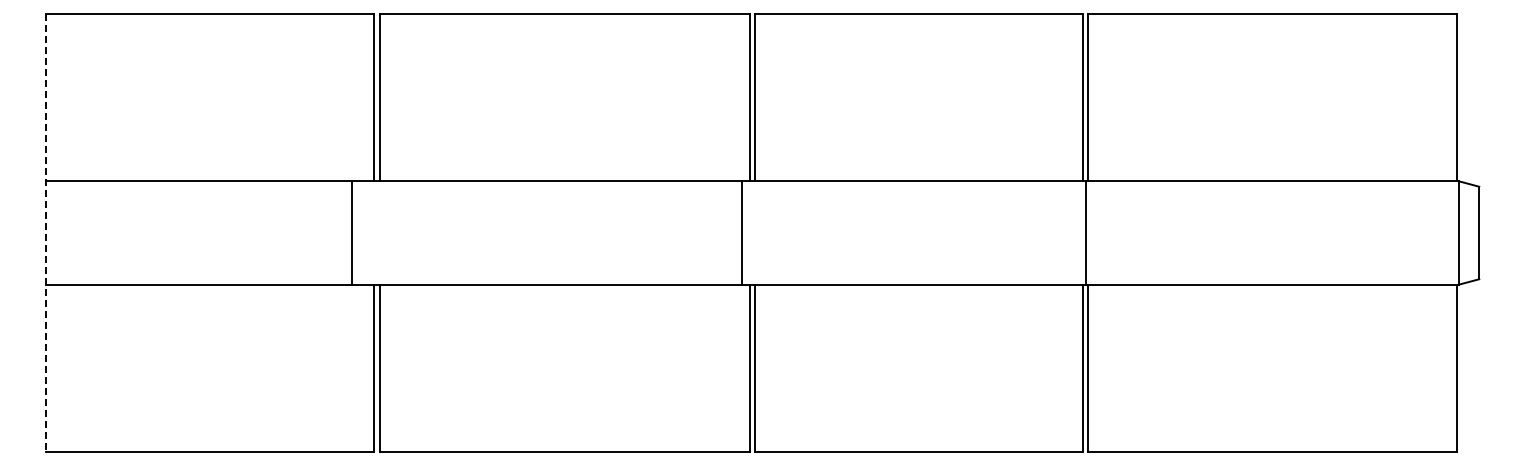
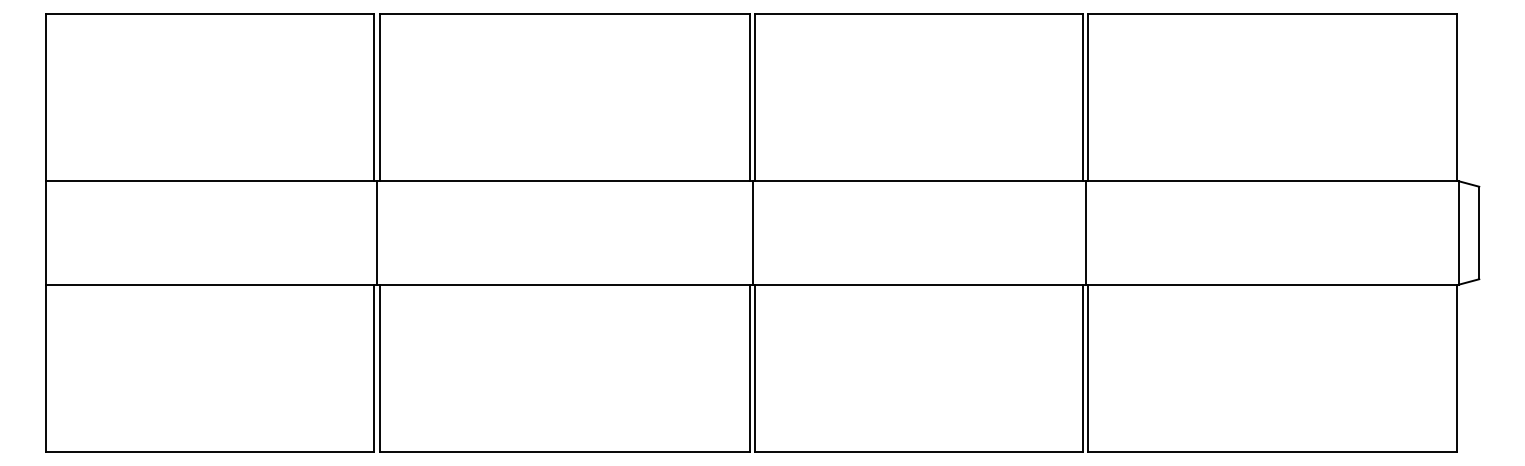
line at (351, 232) position: (351, 232) -> (376, 232)
line at (741, 232) position: (741, 232) -> (752, 232)
line at (45, 233): dashed -> solid
